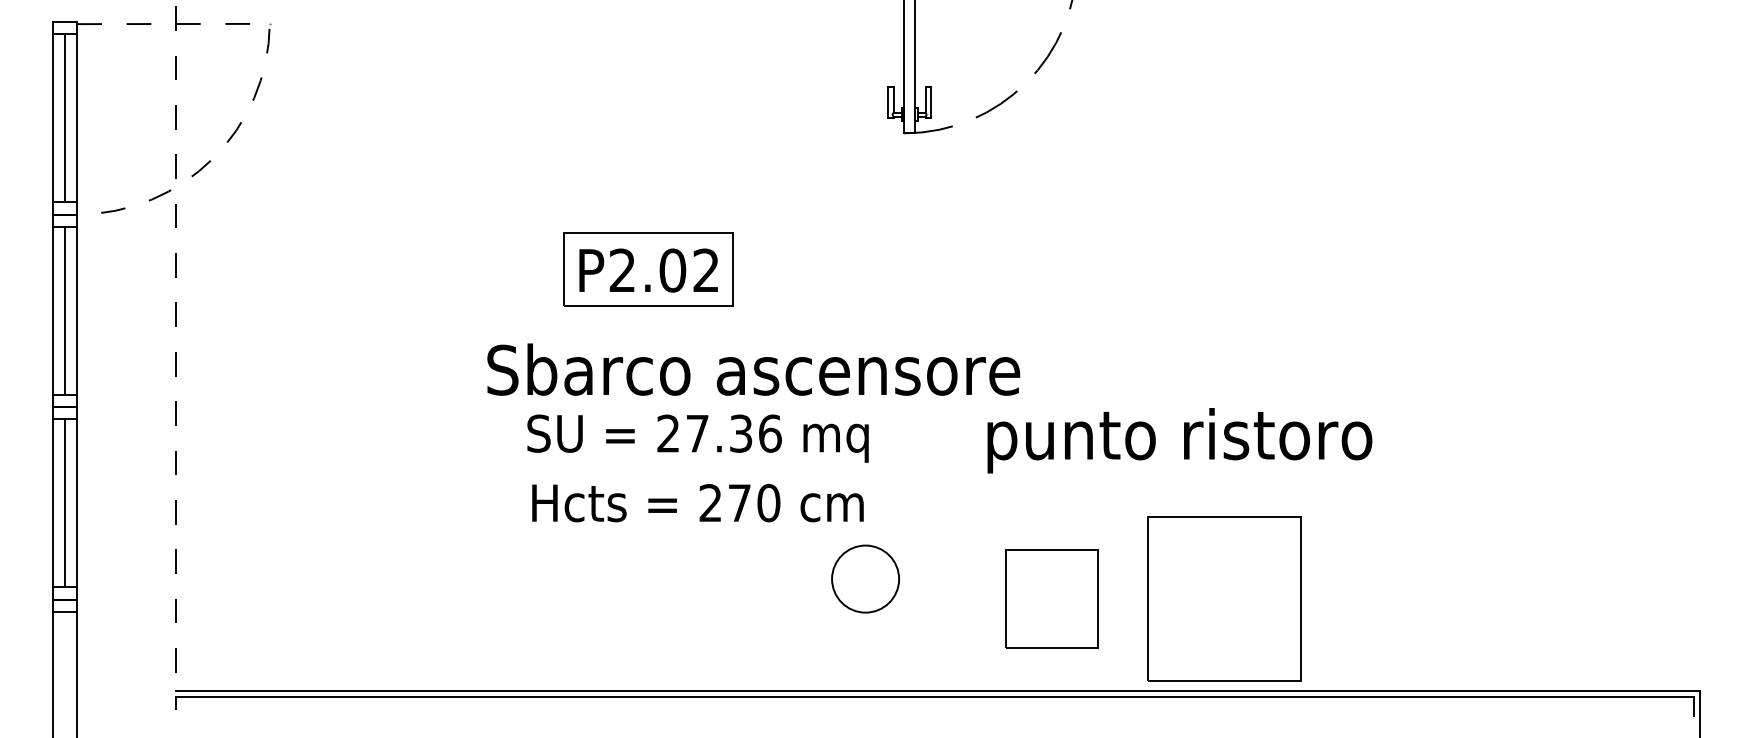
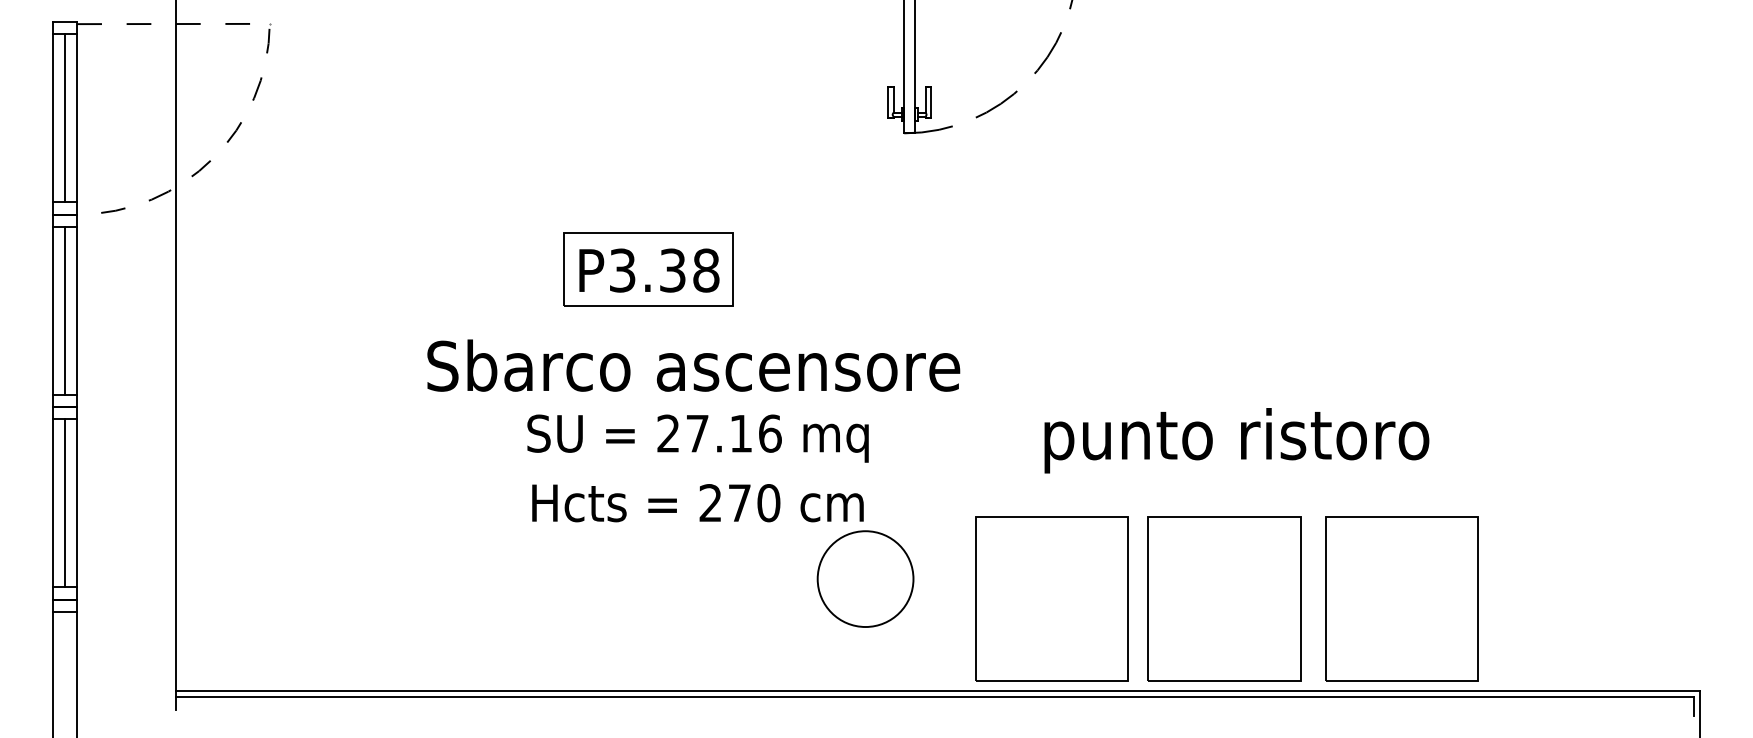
text at (664, 270): P2.02 -> P3.38
line at (176, 355): dashed -> solid
text at (753, 369) position: (753, 369) -> (693, 365)
text at (741, 433): 27.36 -> 27.16
text at (1179, 440) position: (1179, 440) -> (1236, 440)
circle at (865, 578) diameter: 67 px -> 96 px
part at (1051, 598) size: 94x100 px -> 154x166 px
part at (1401, 598): none -> present
